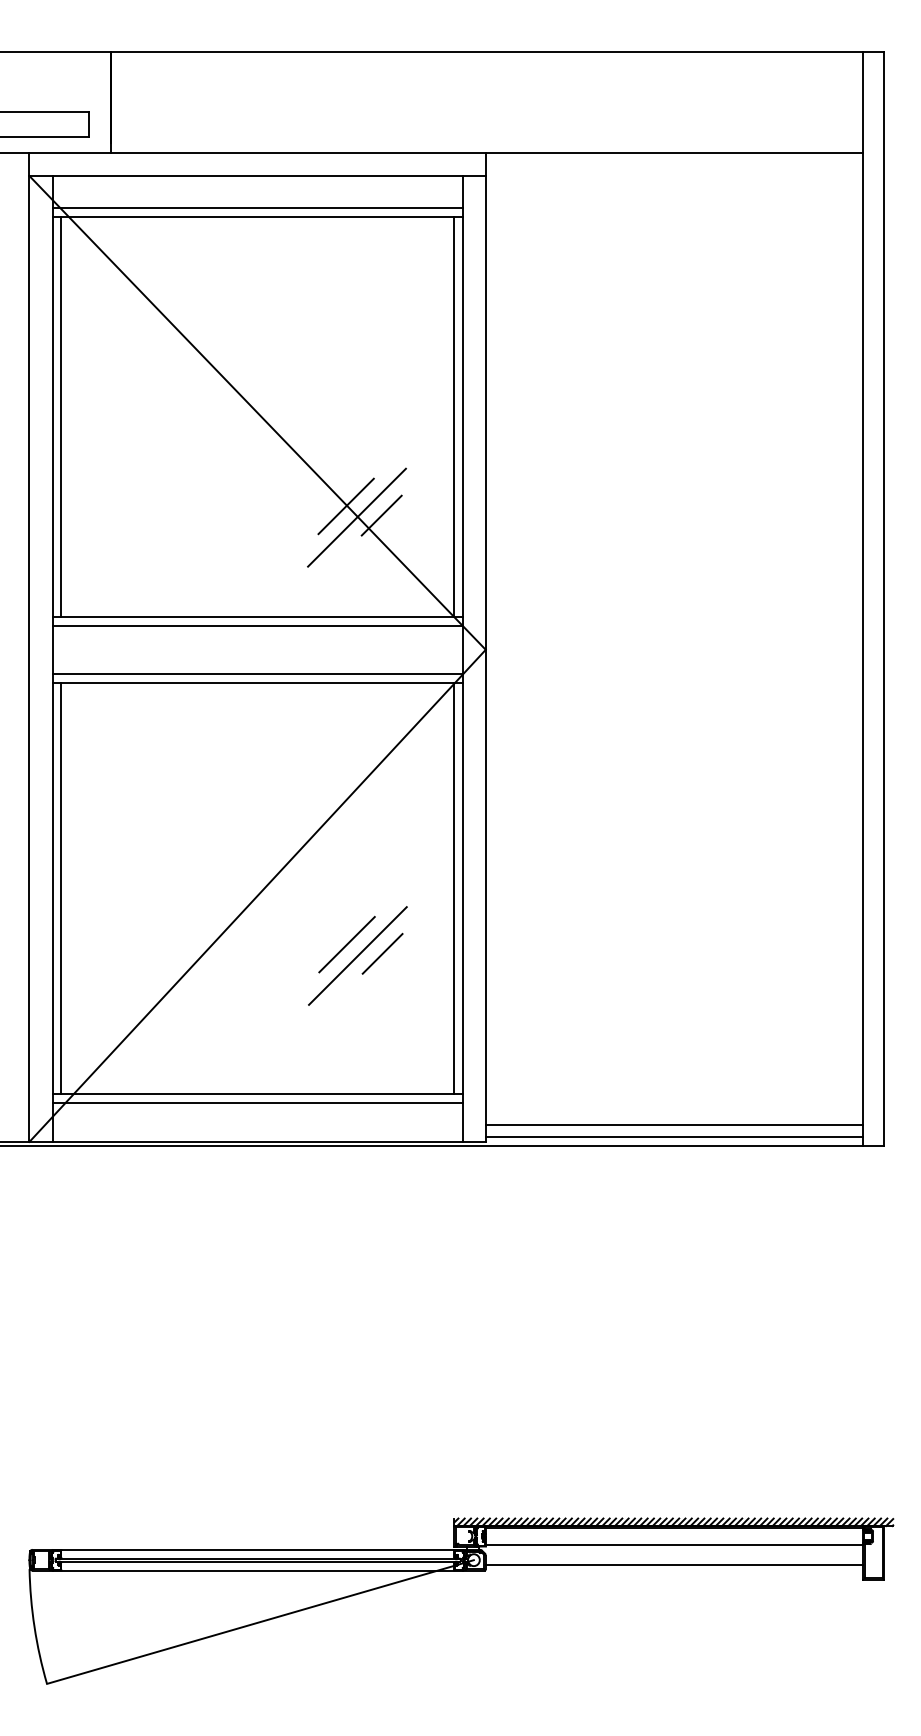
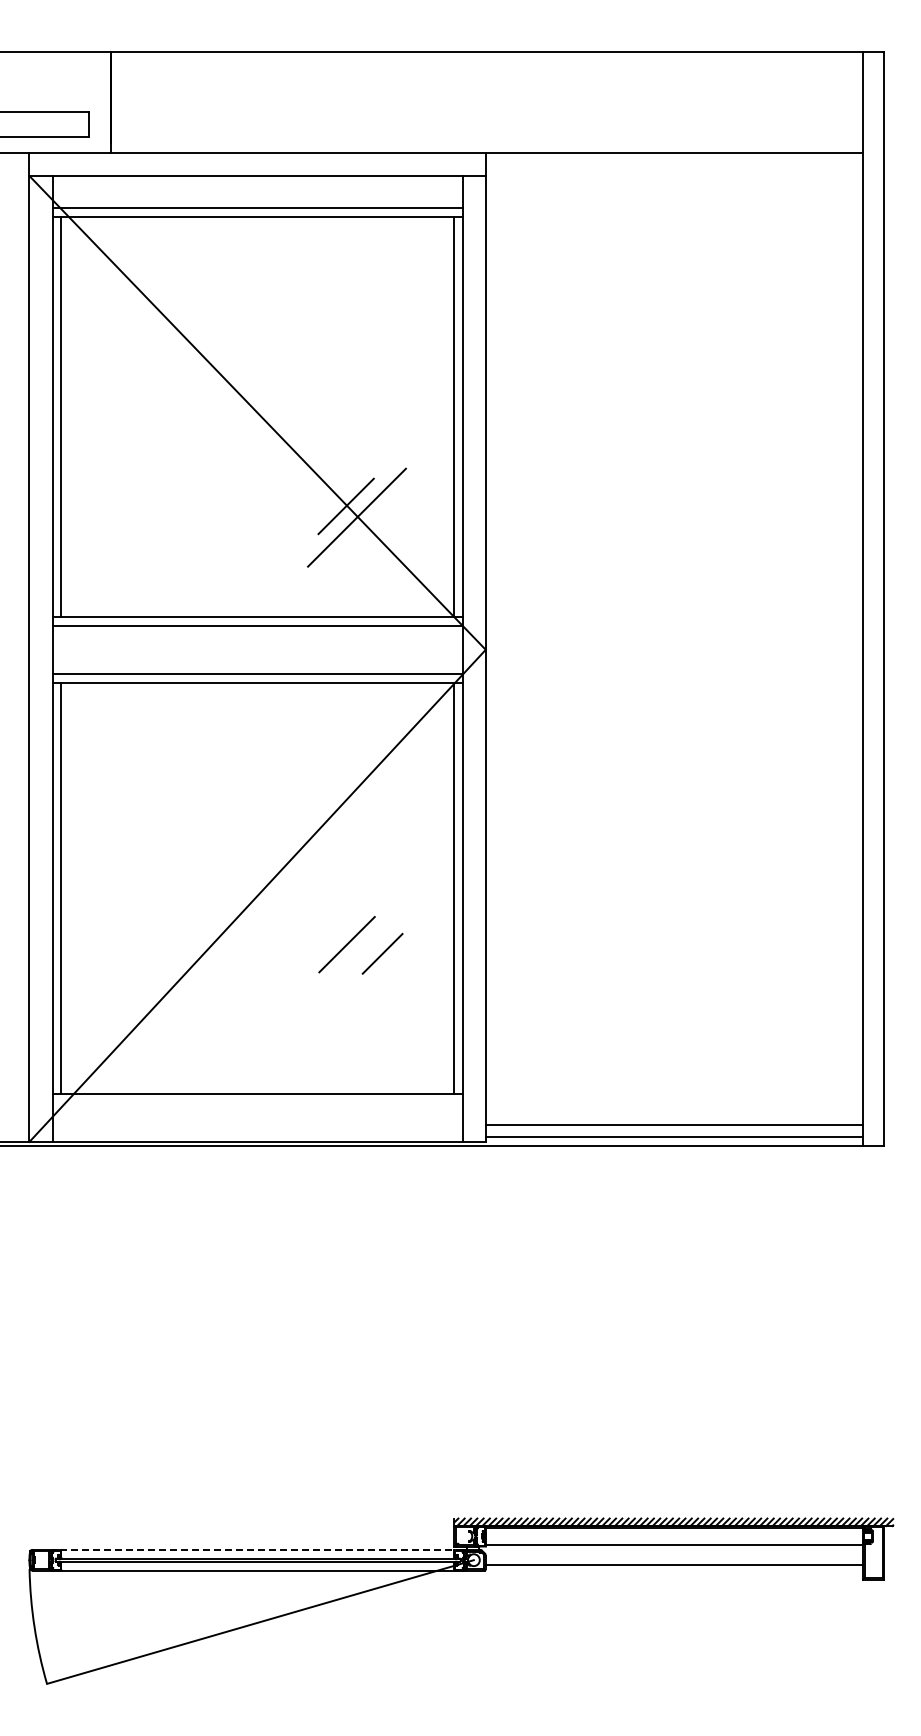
line at (381, 515): present -> none
line at (357, 955): present -> none
line at (257, 1103): present -> none
line at (257, 1549): solid -> dashed
